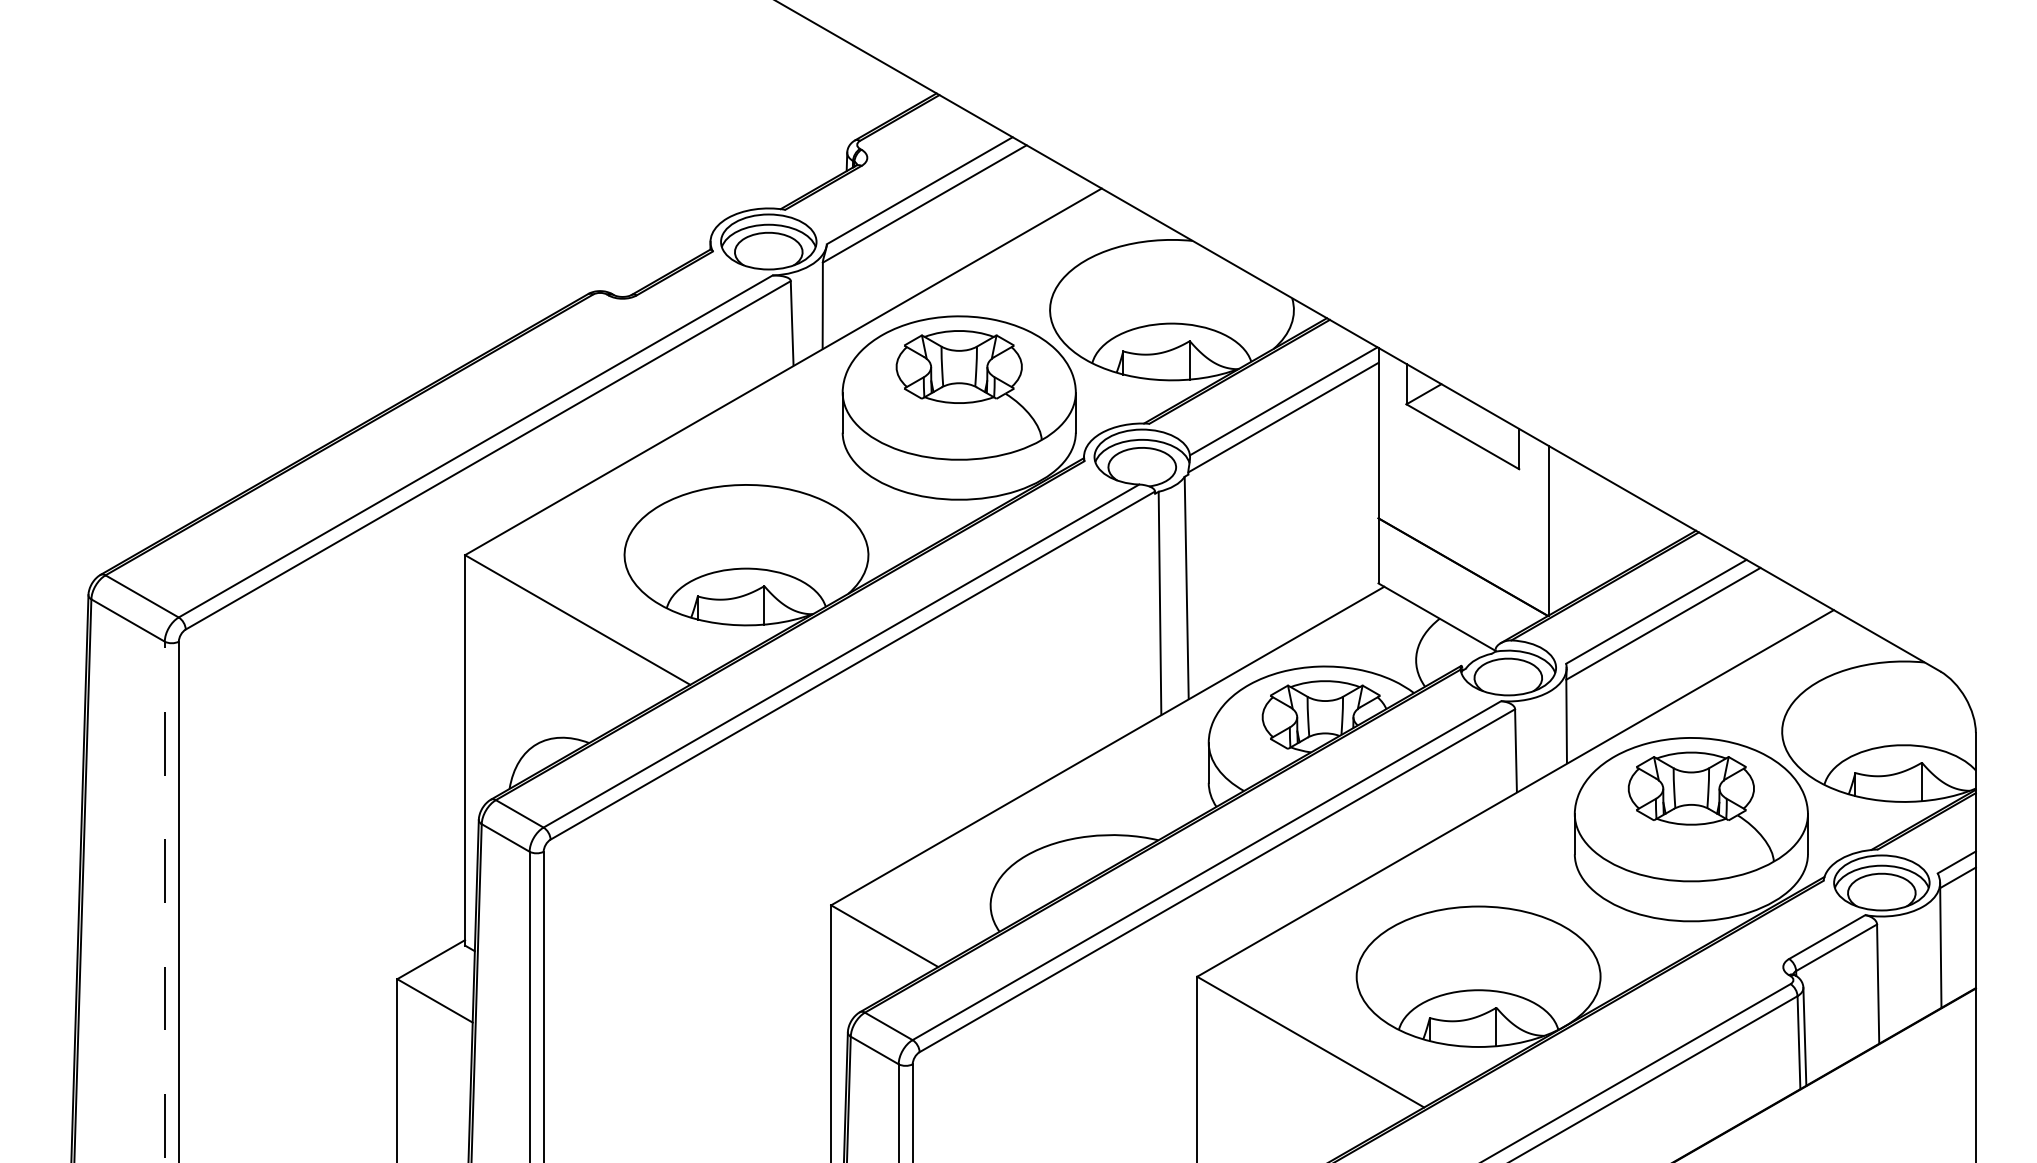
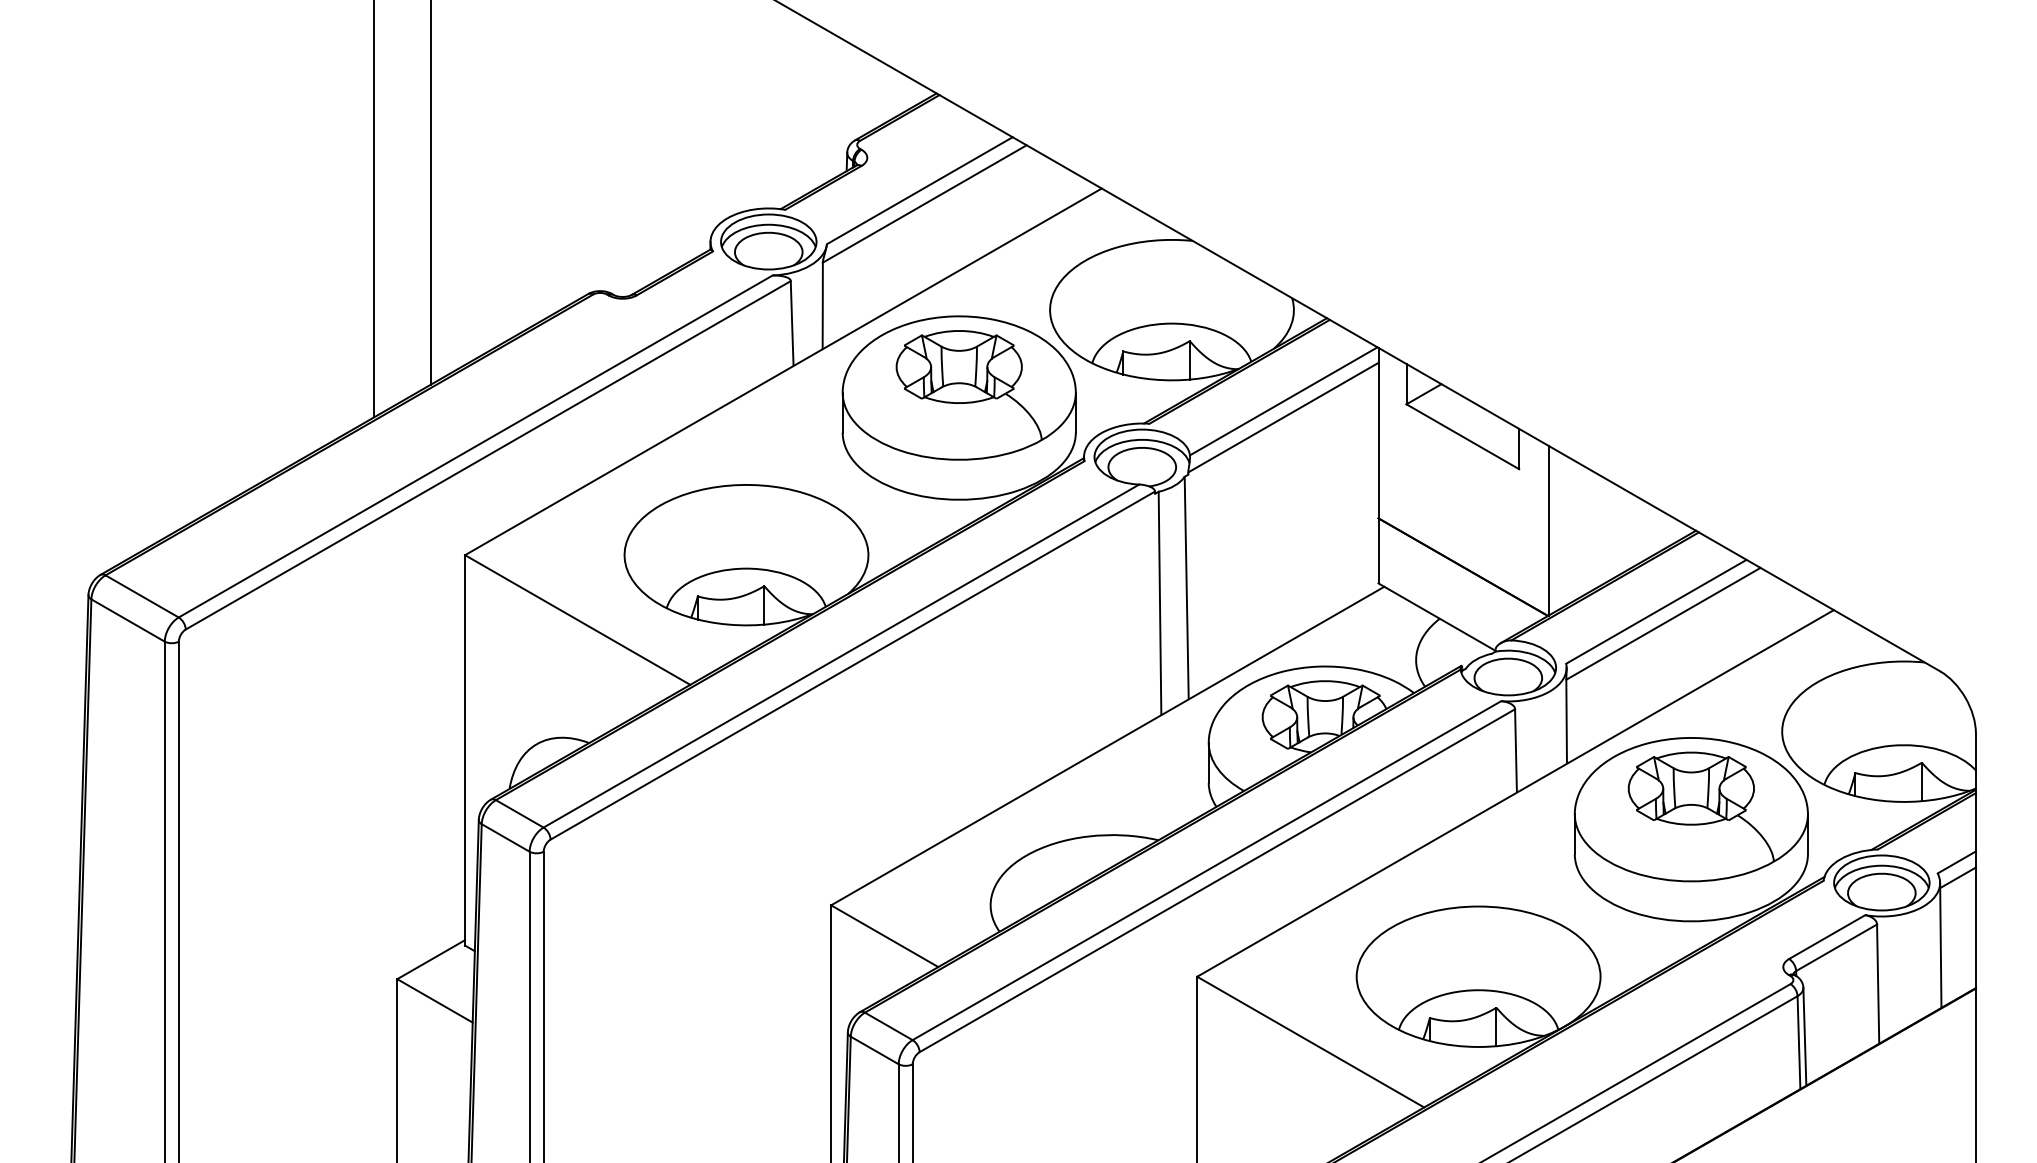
line at (430, 193): none -> present
line at (374, 209): none -> present
line at (164, 901): dashed -> solid
